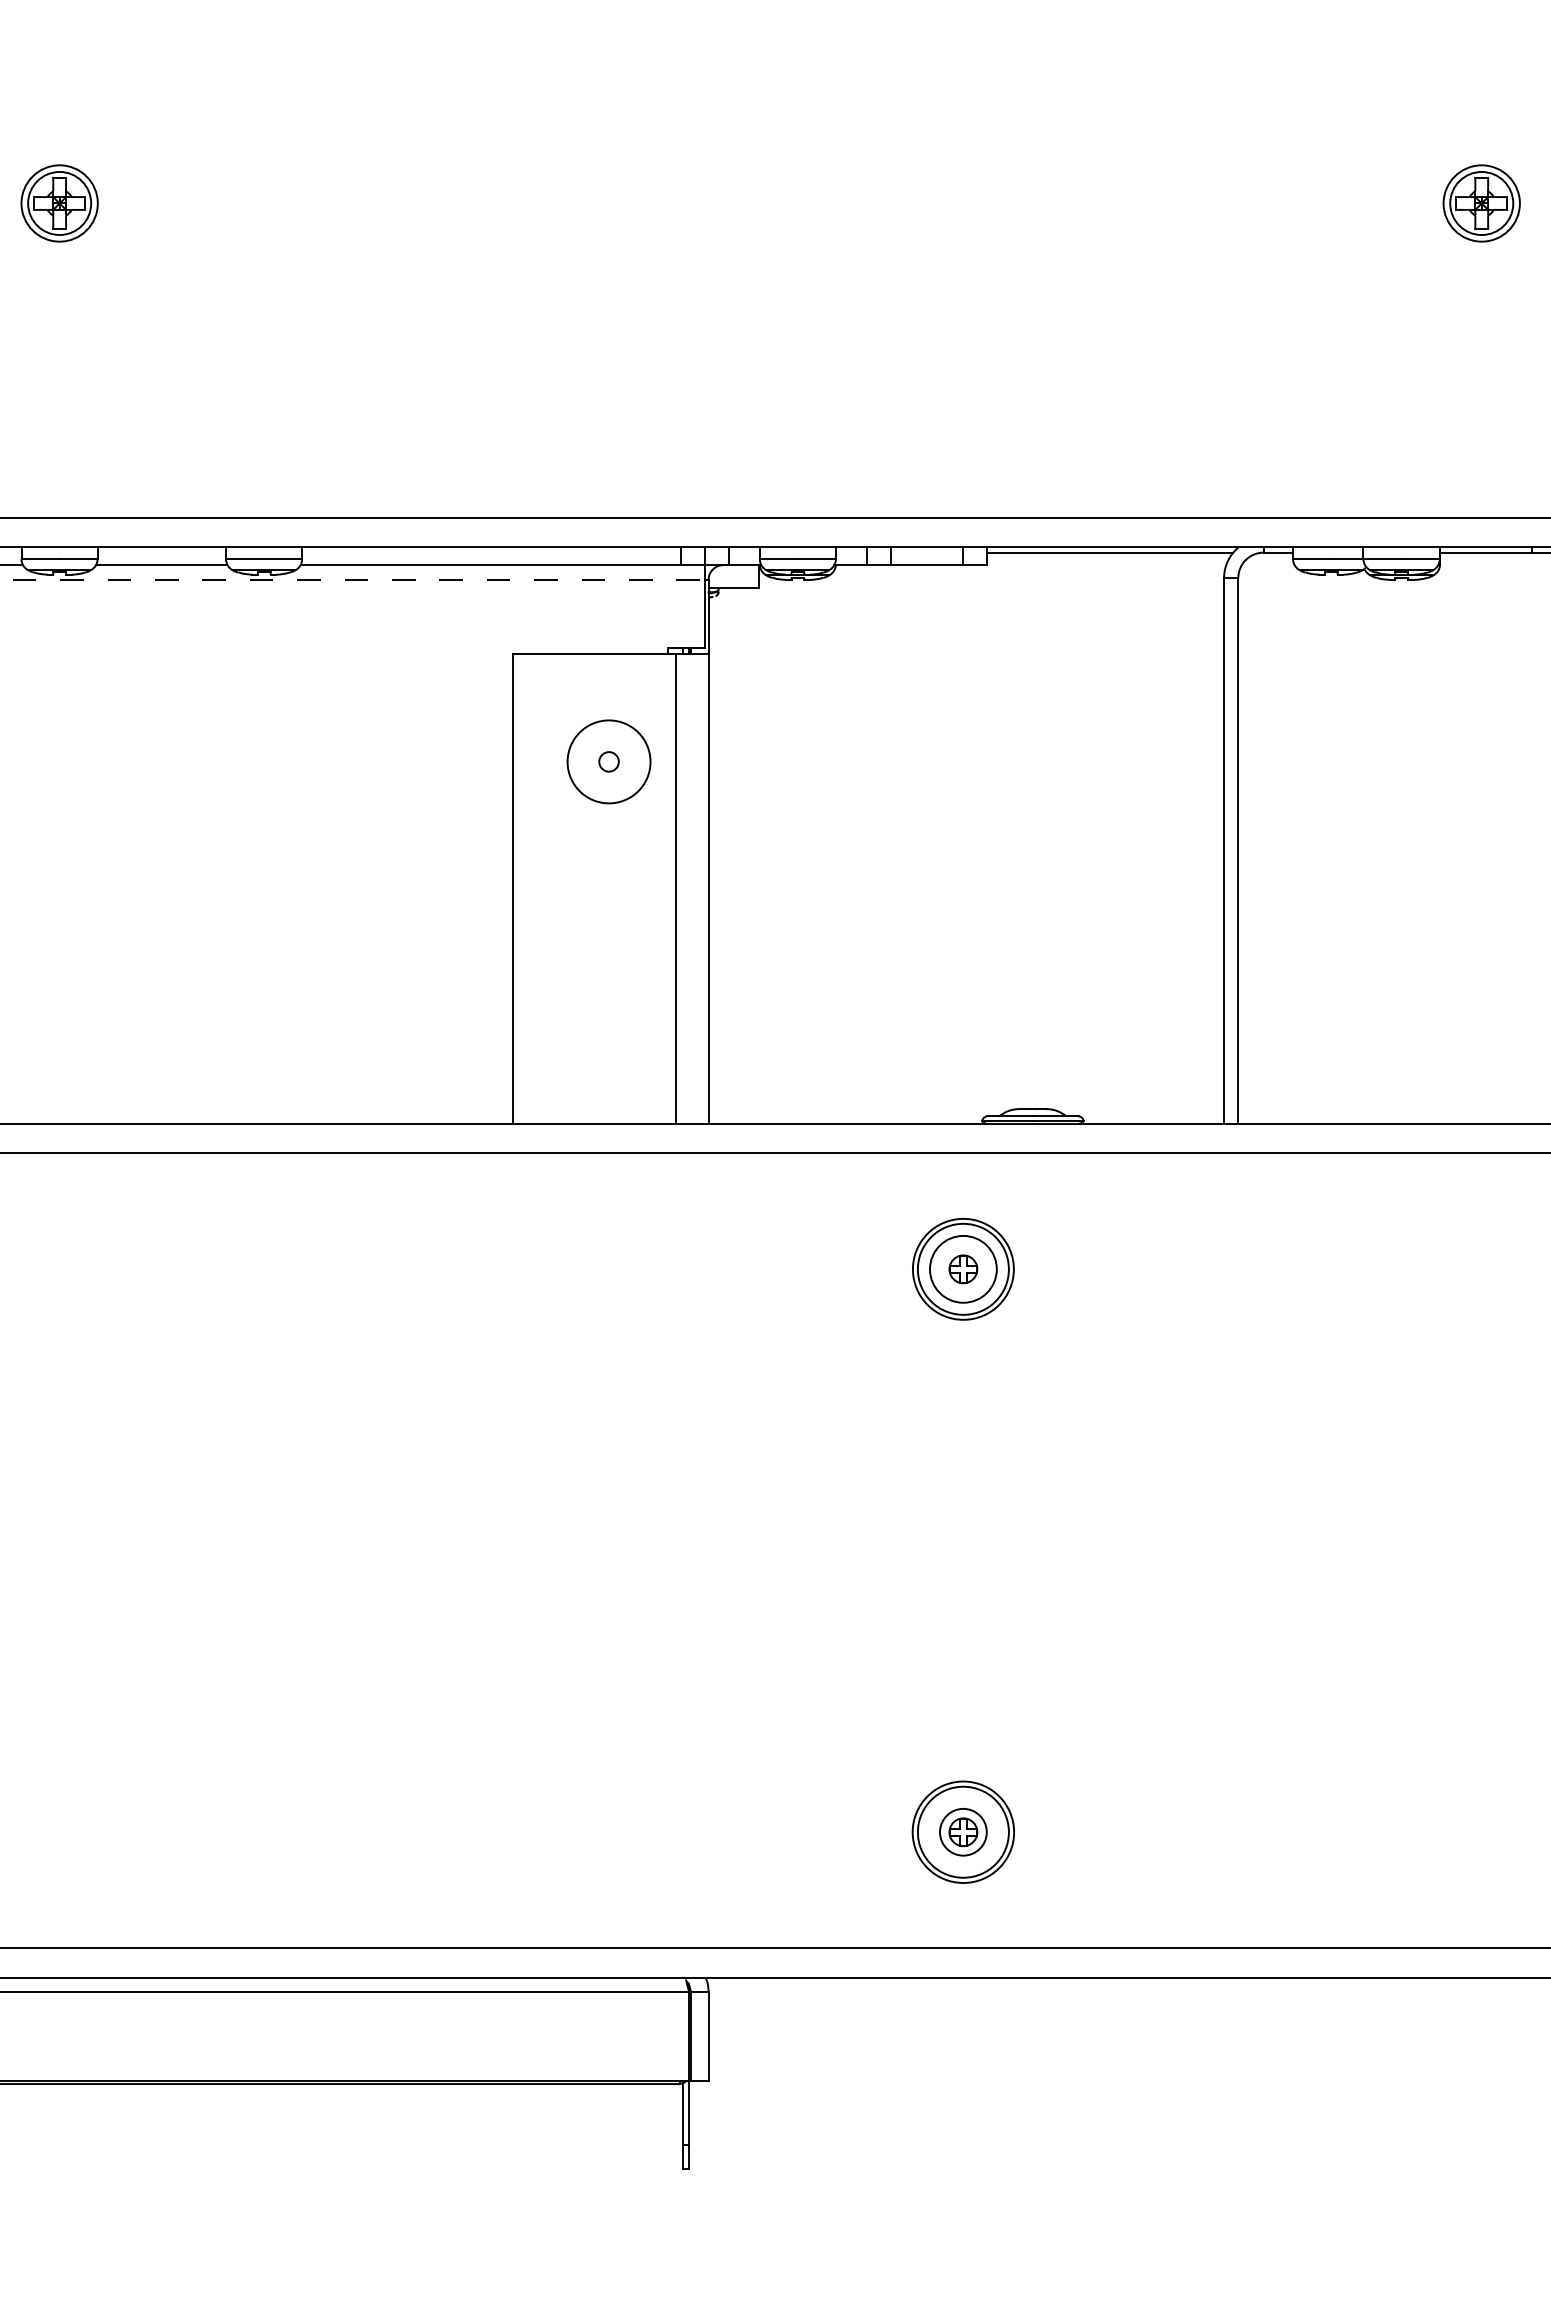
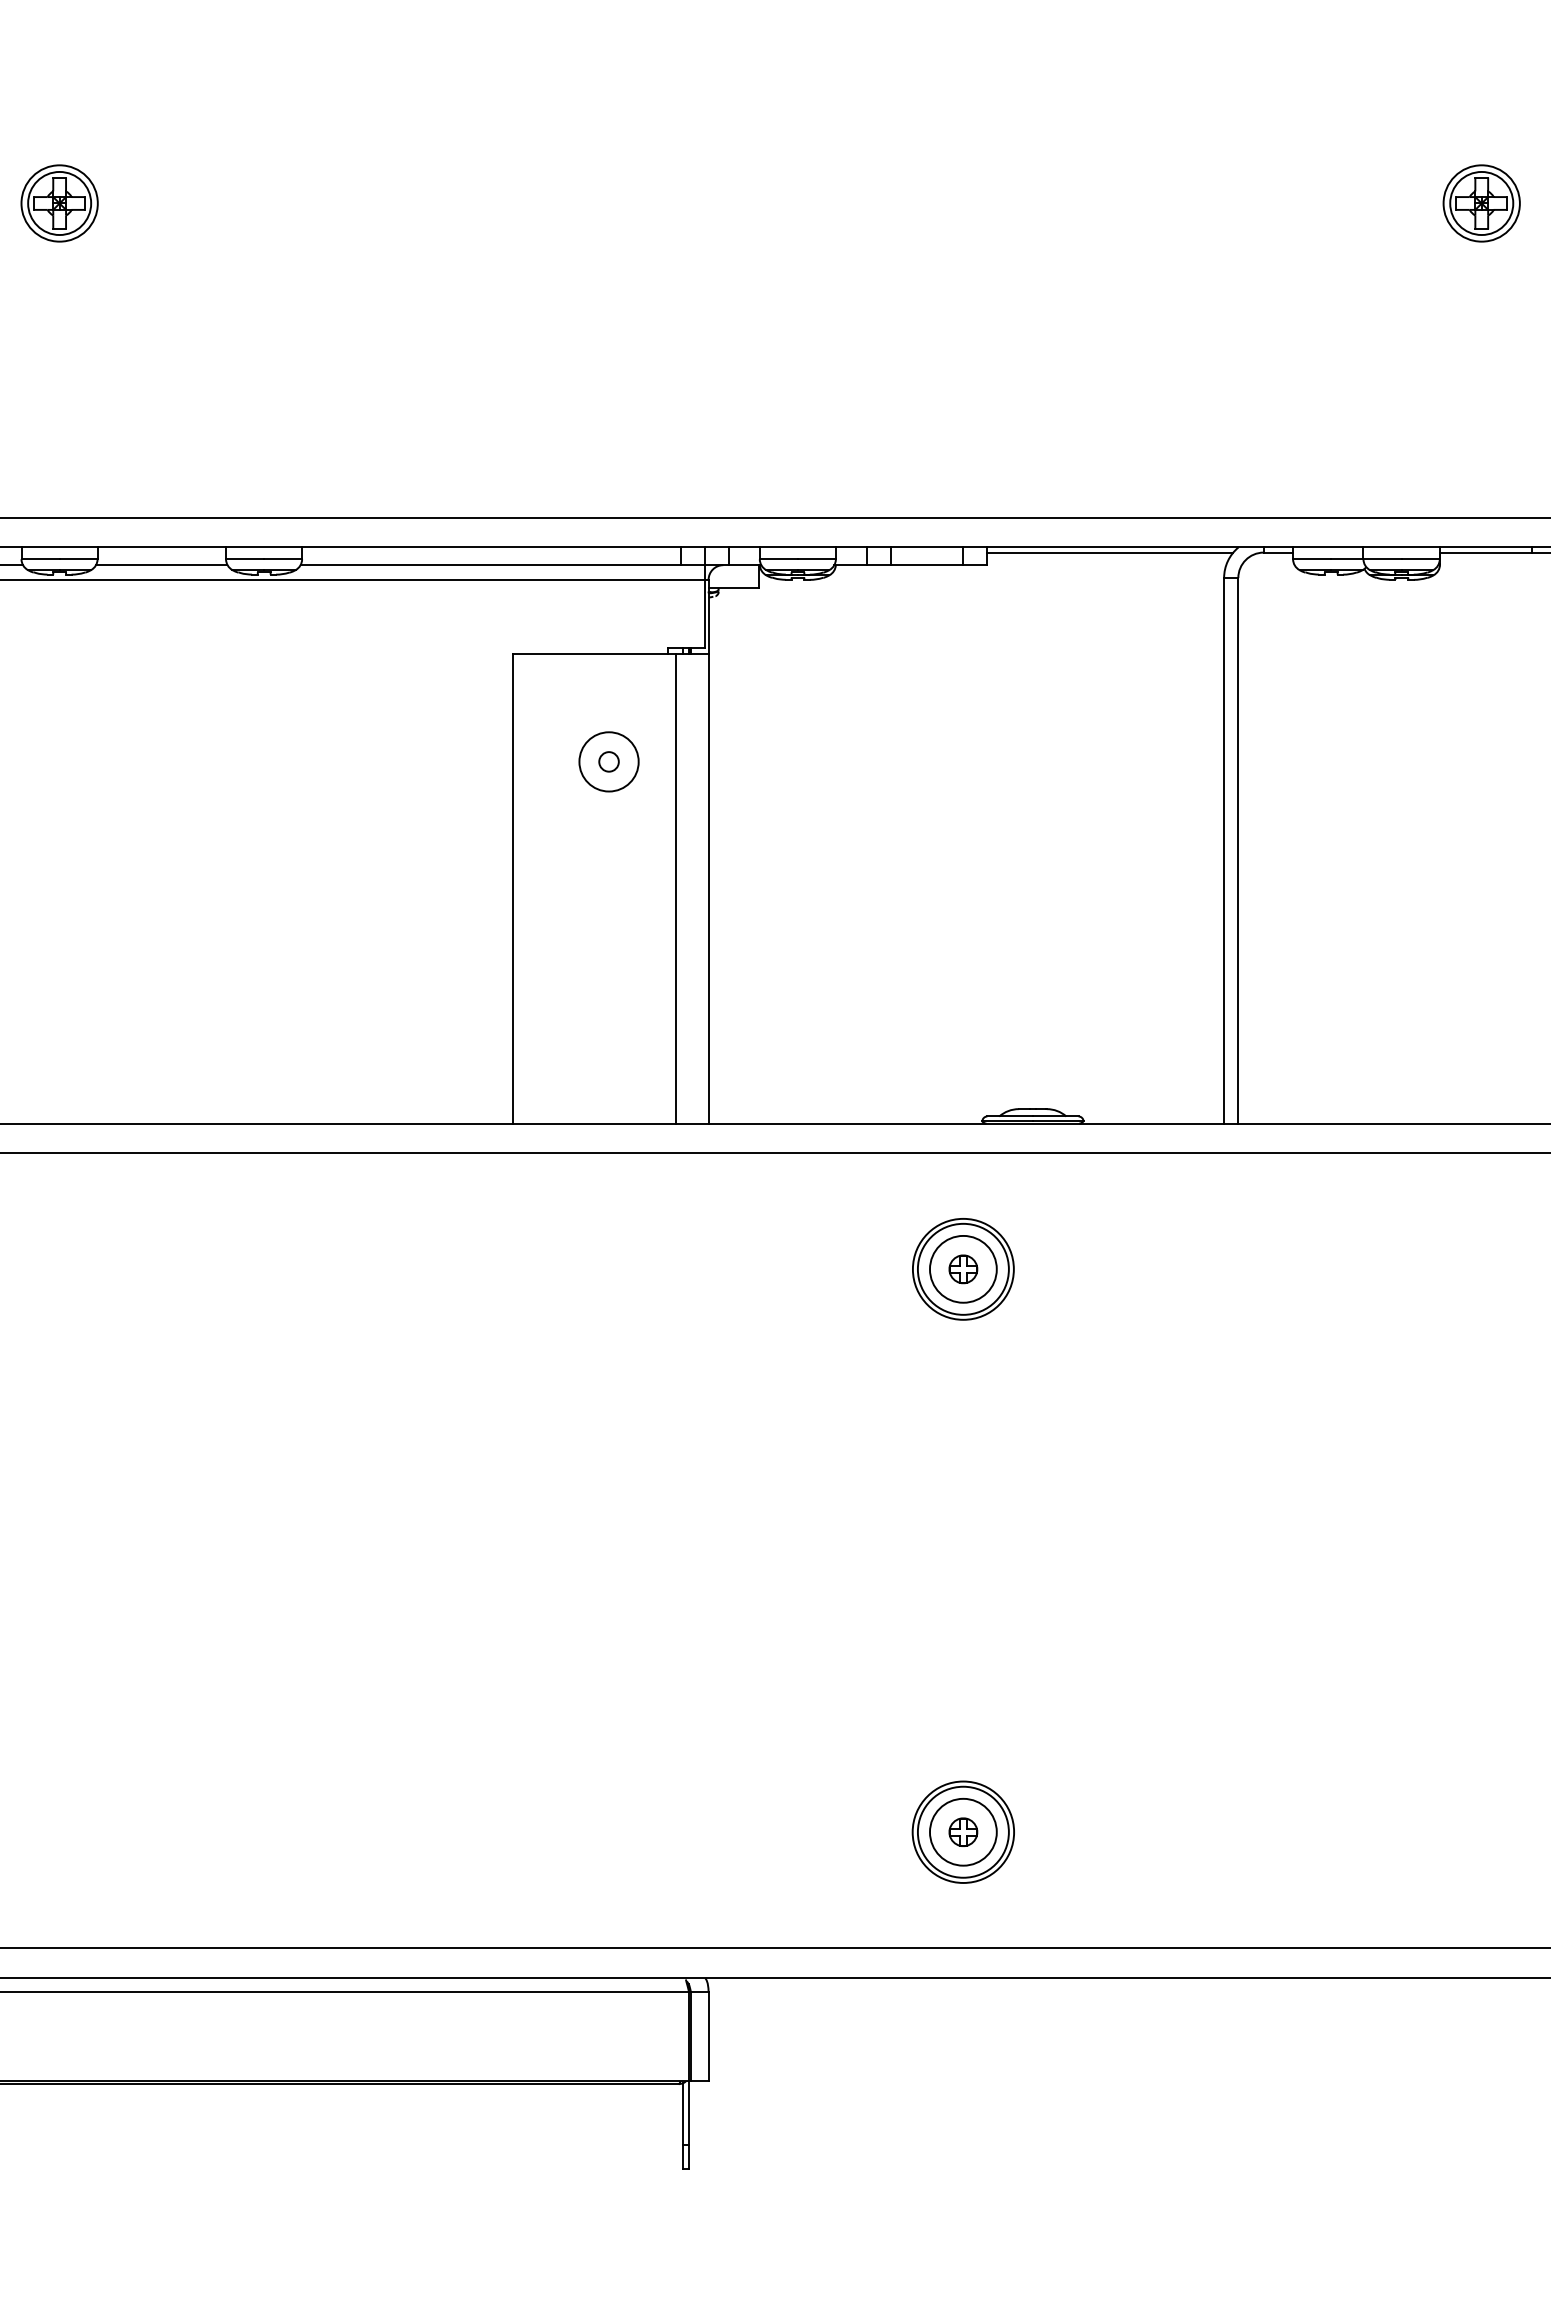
line at (353, 579): dashed -> solid
circle at (608, 761) diameter: 83 px -> 59 px
circle at (963, 1831) diameter: 47 px -> 67 px
